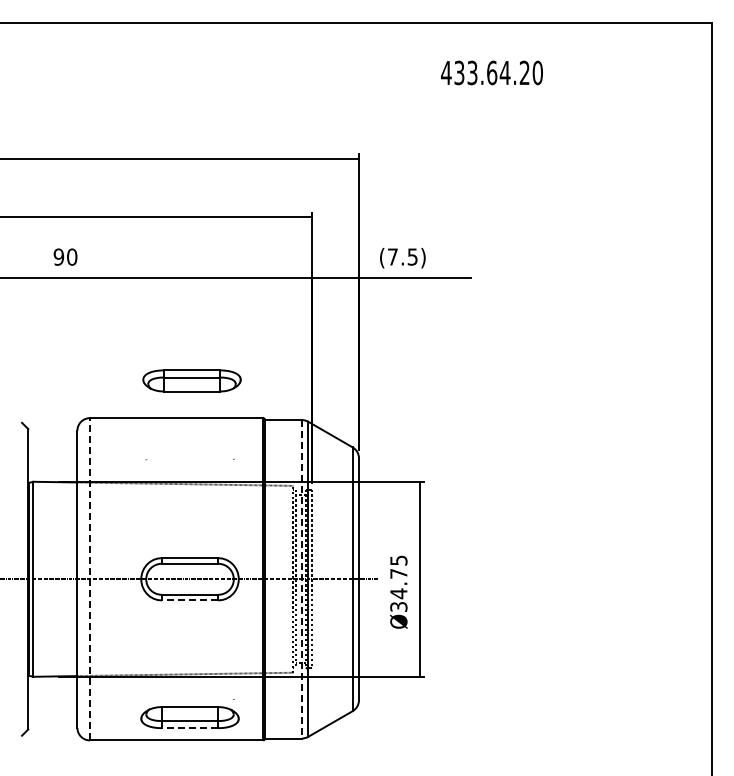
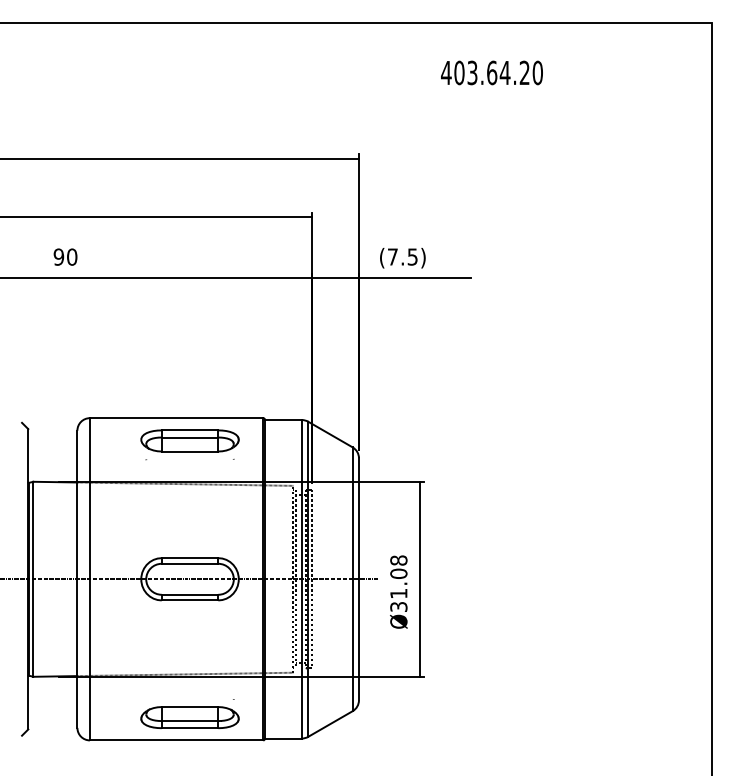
text at (459, 72): 433.64.20 -> 403.64.20
part at (191, 380) position: (191, 380) -> (189, 440)
text at (398, 577): Ø34.75 -> Ø31.08
line at (89, 578): dashed -> solid
line at (301, 579): dashed -> solid
line at (189, 600): dashed -> solid
line at (189, 728): dashed -> solid
